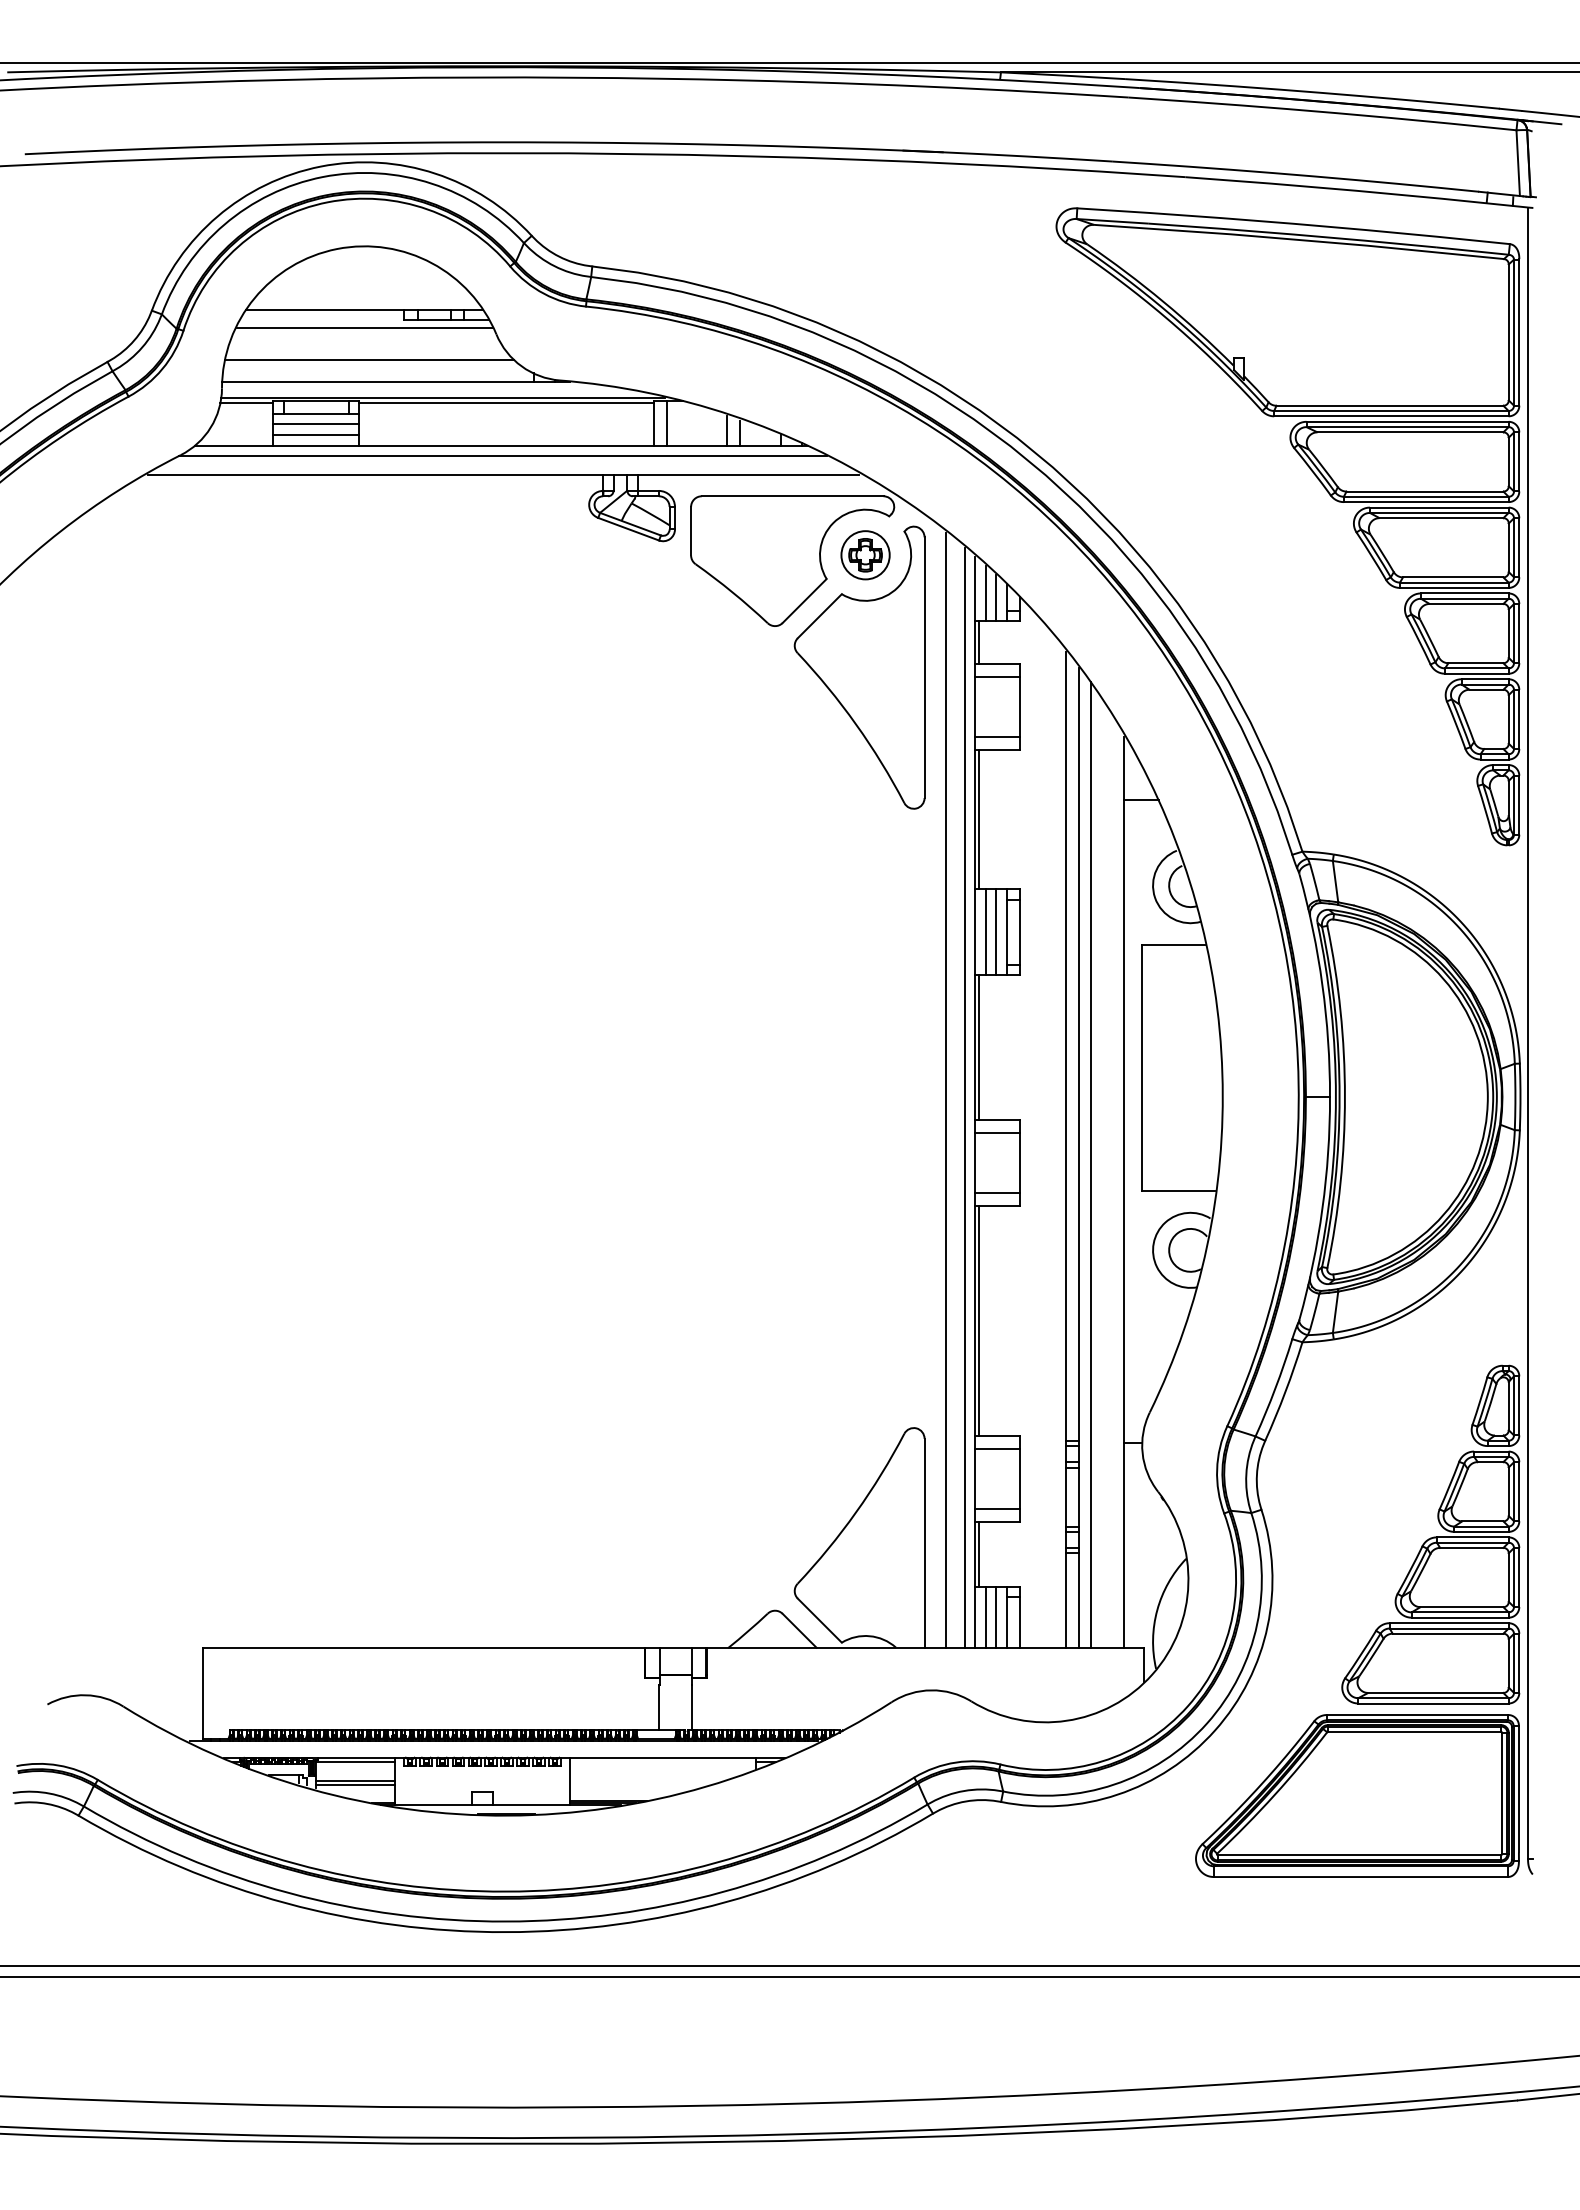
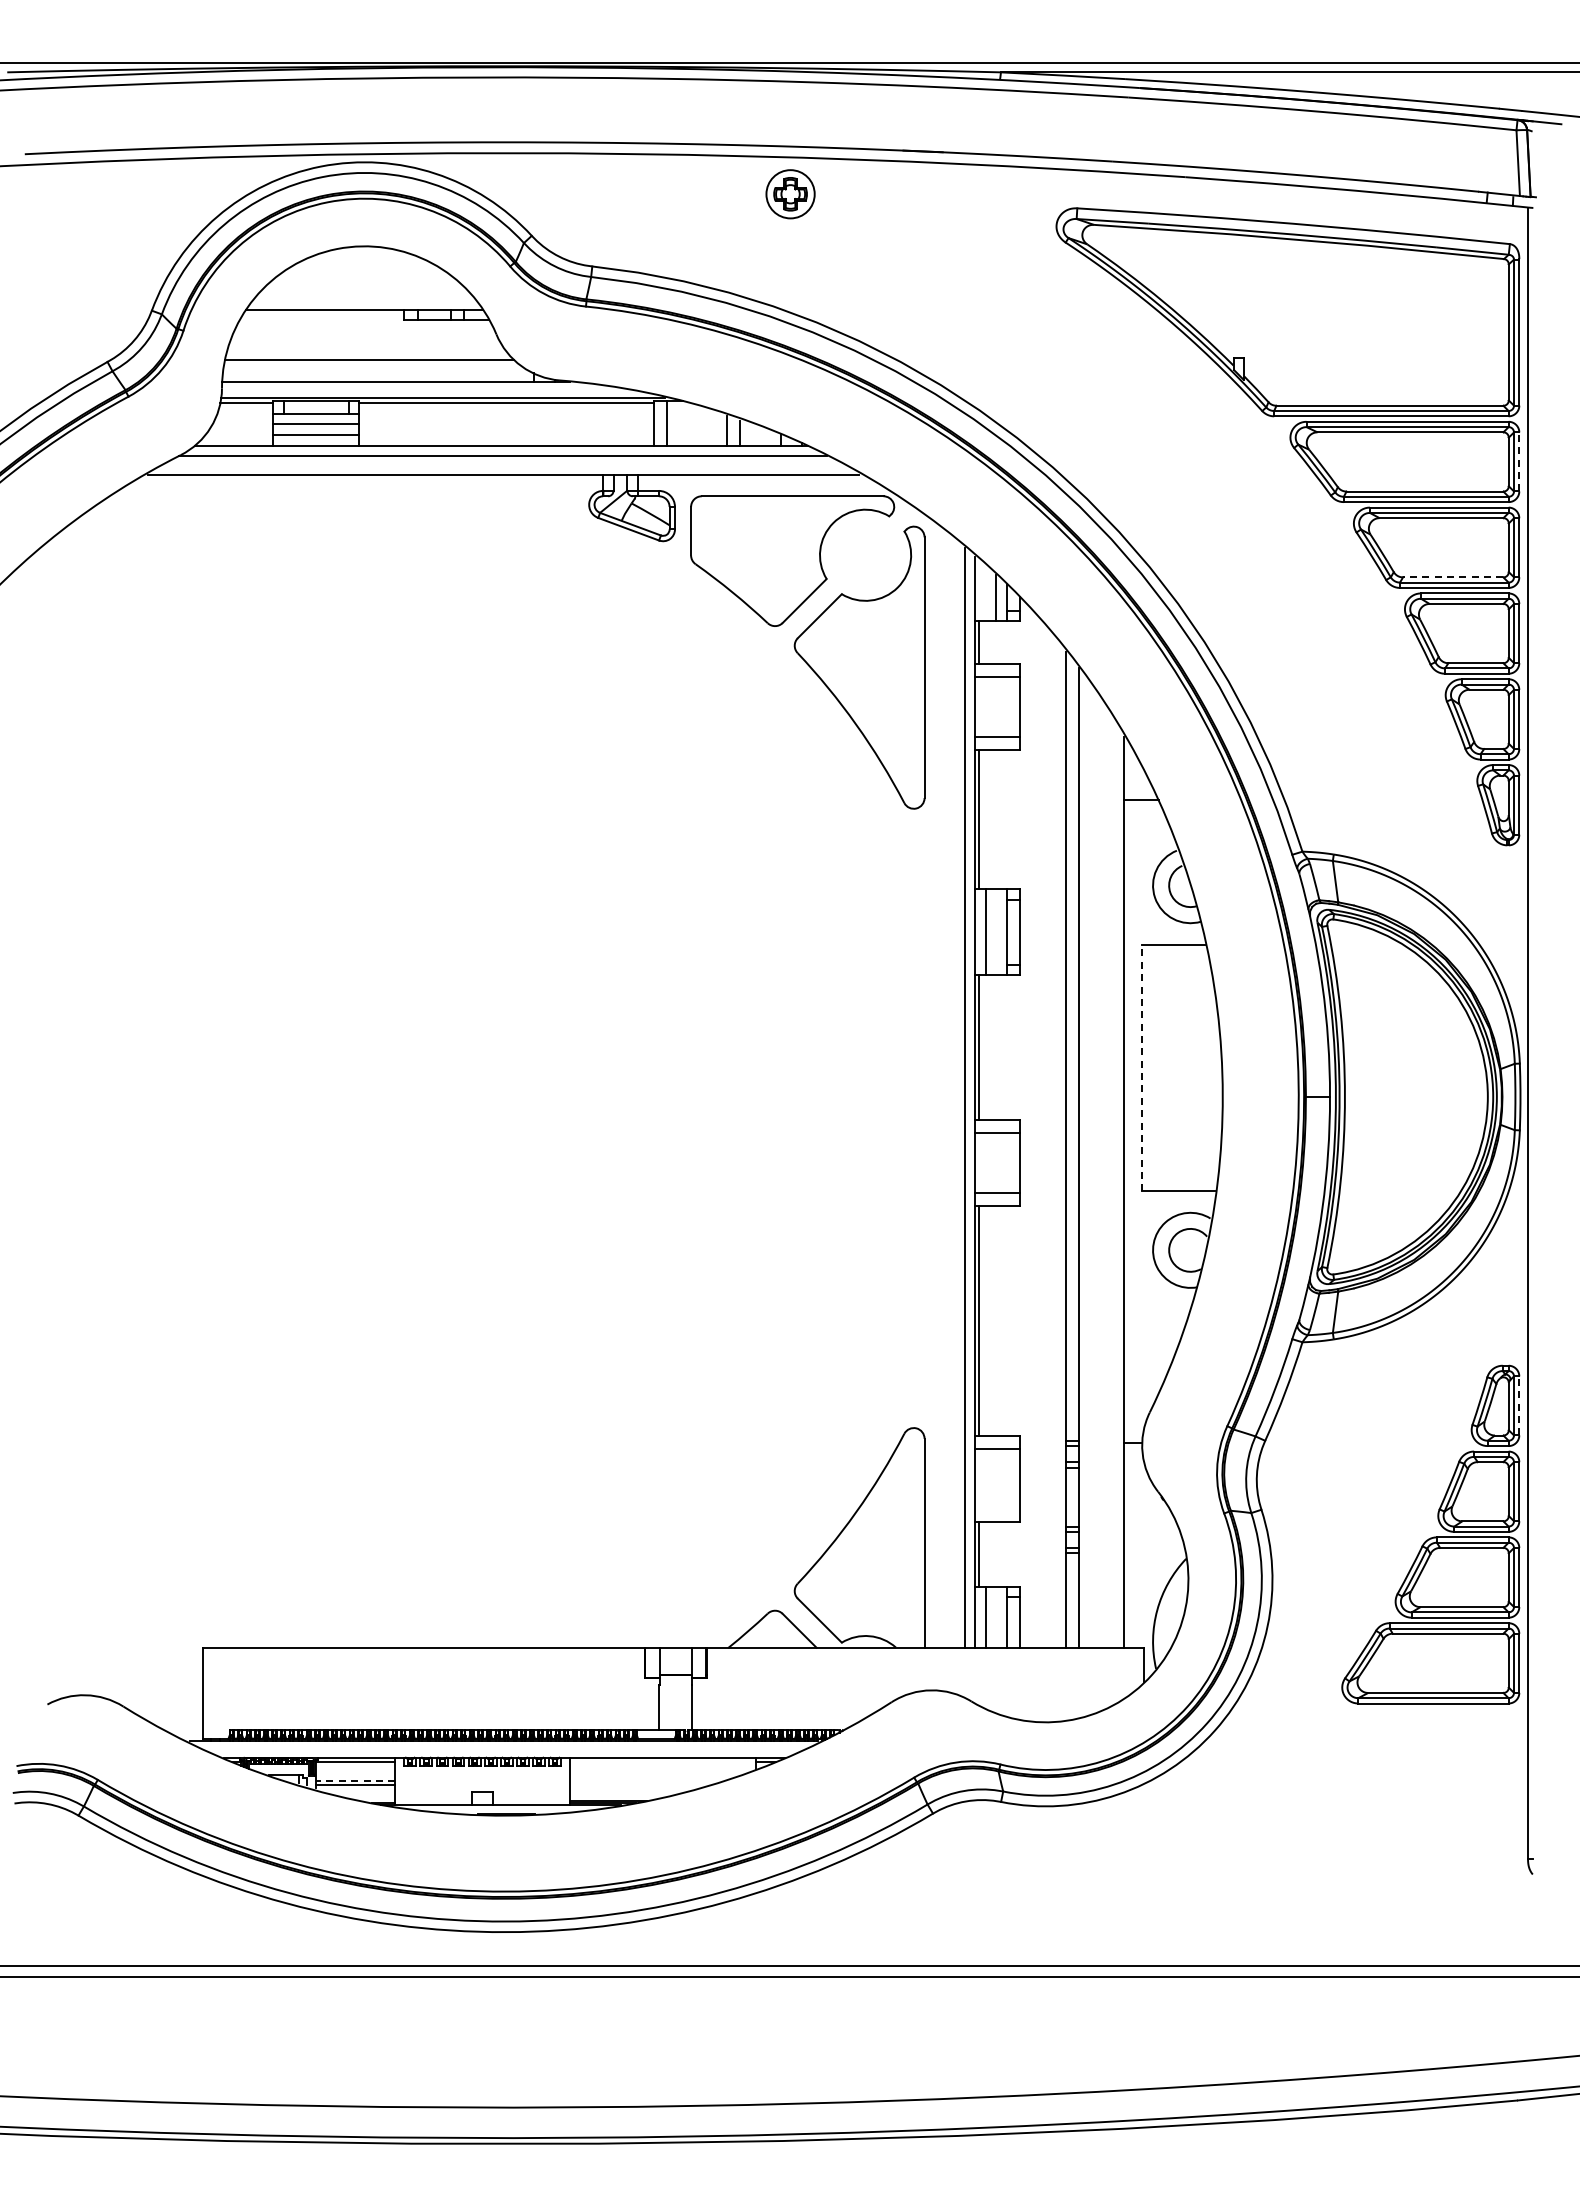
line at (364, 327): present -> none
line at (1519, 461): solid -> dashed
part at (865, 555) position: (865, 555) -> (790, 194)
line at (1452, 577): solid -> dashed
line at (985, 593): present -> none
line at (996, 932): present -> none
line at (1142, 1067): solid -> dashed
line at (946, 1089): present -> none
line at (1091, 1164): present -> none
line at (1519, 1405): solid -> dashed
line at (997, 1509): present -> none
line at (996, 1616): present -> none
line at (355, 1780): solid -> dashed
part at (1357, 1795): present -> none
